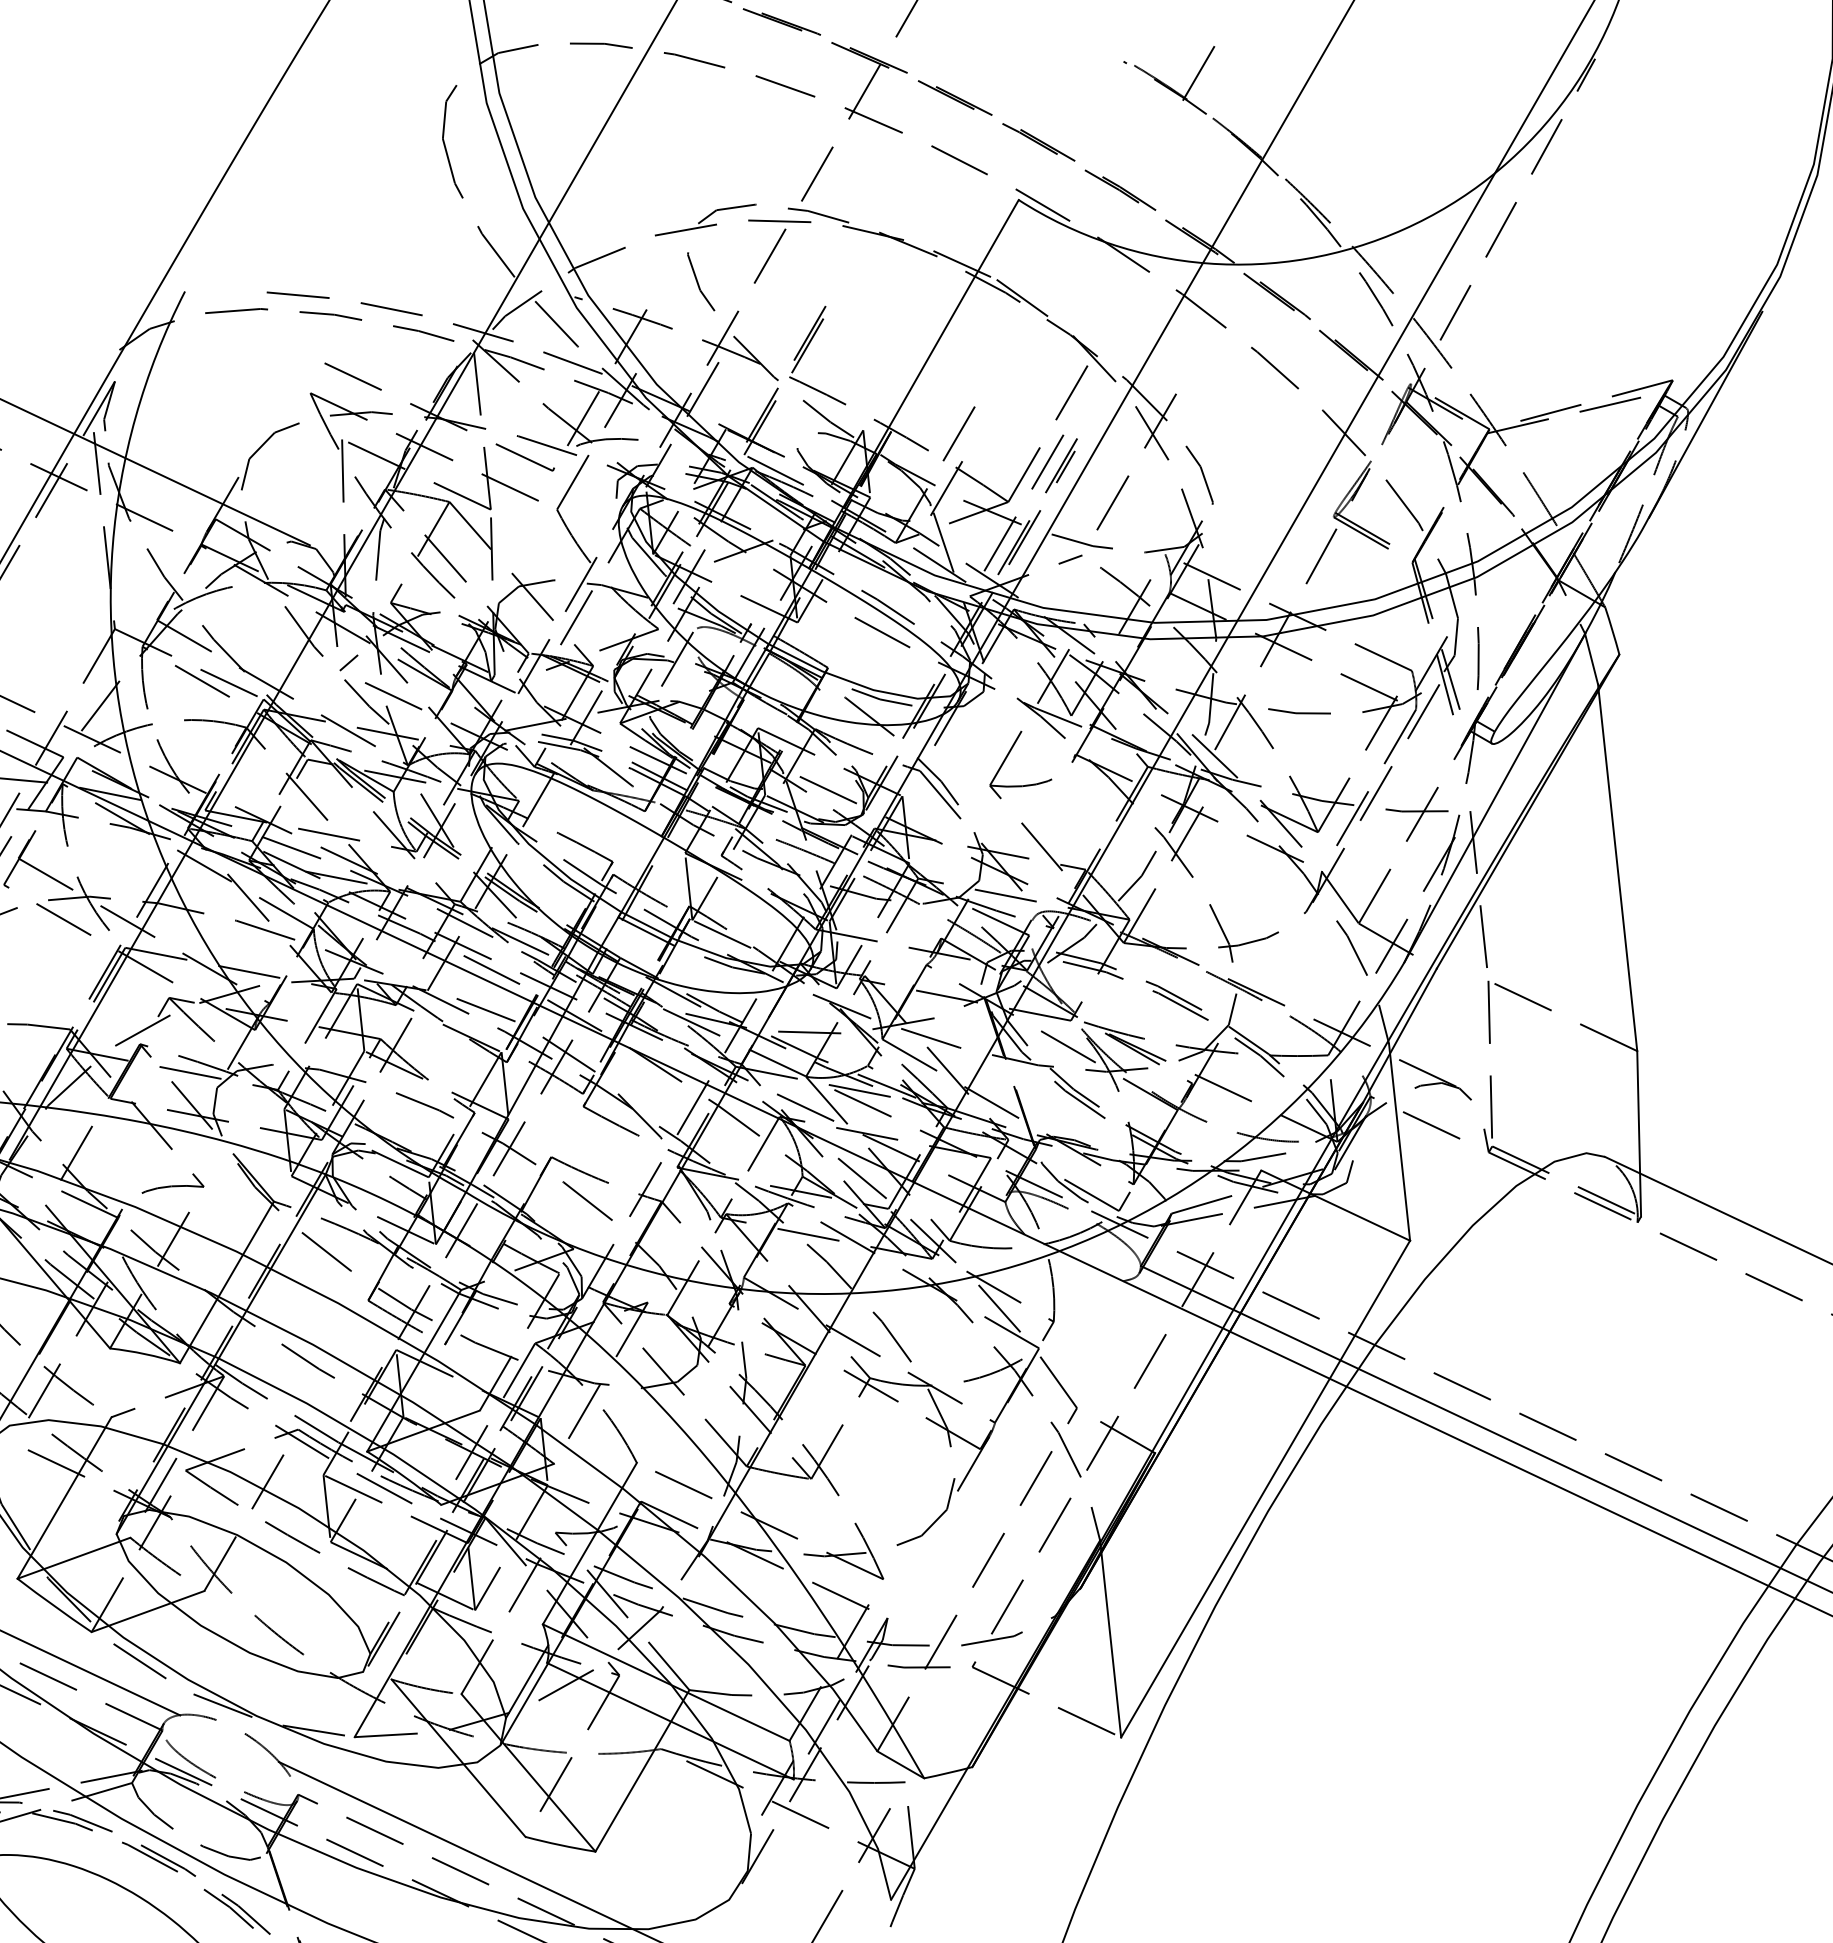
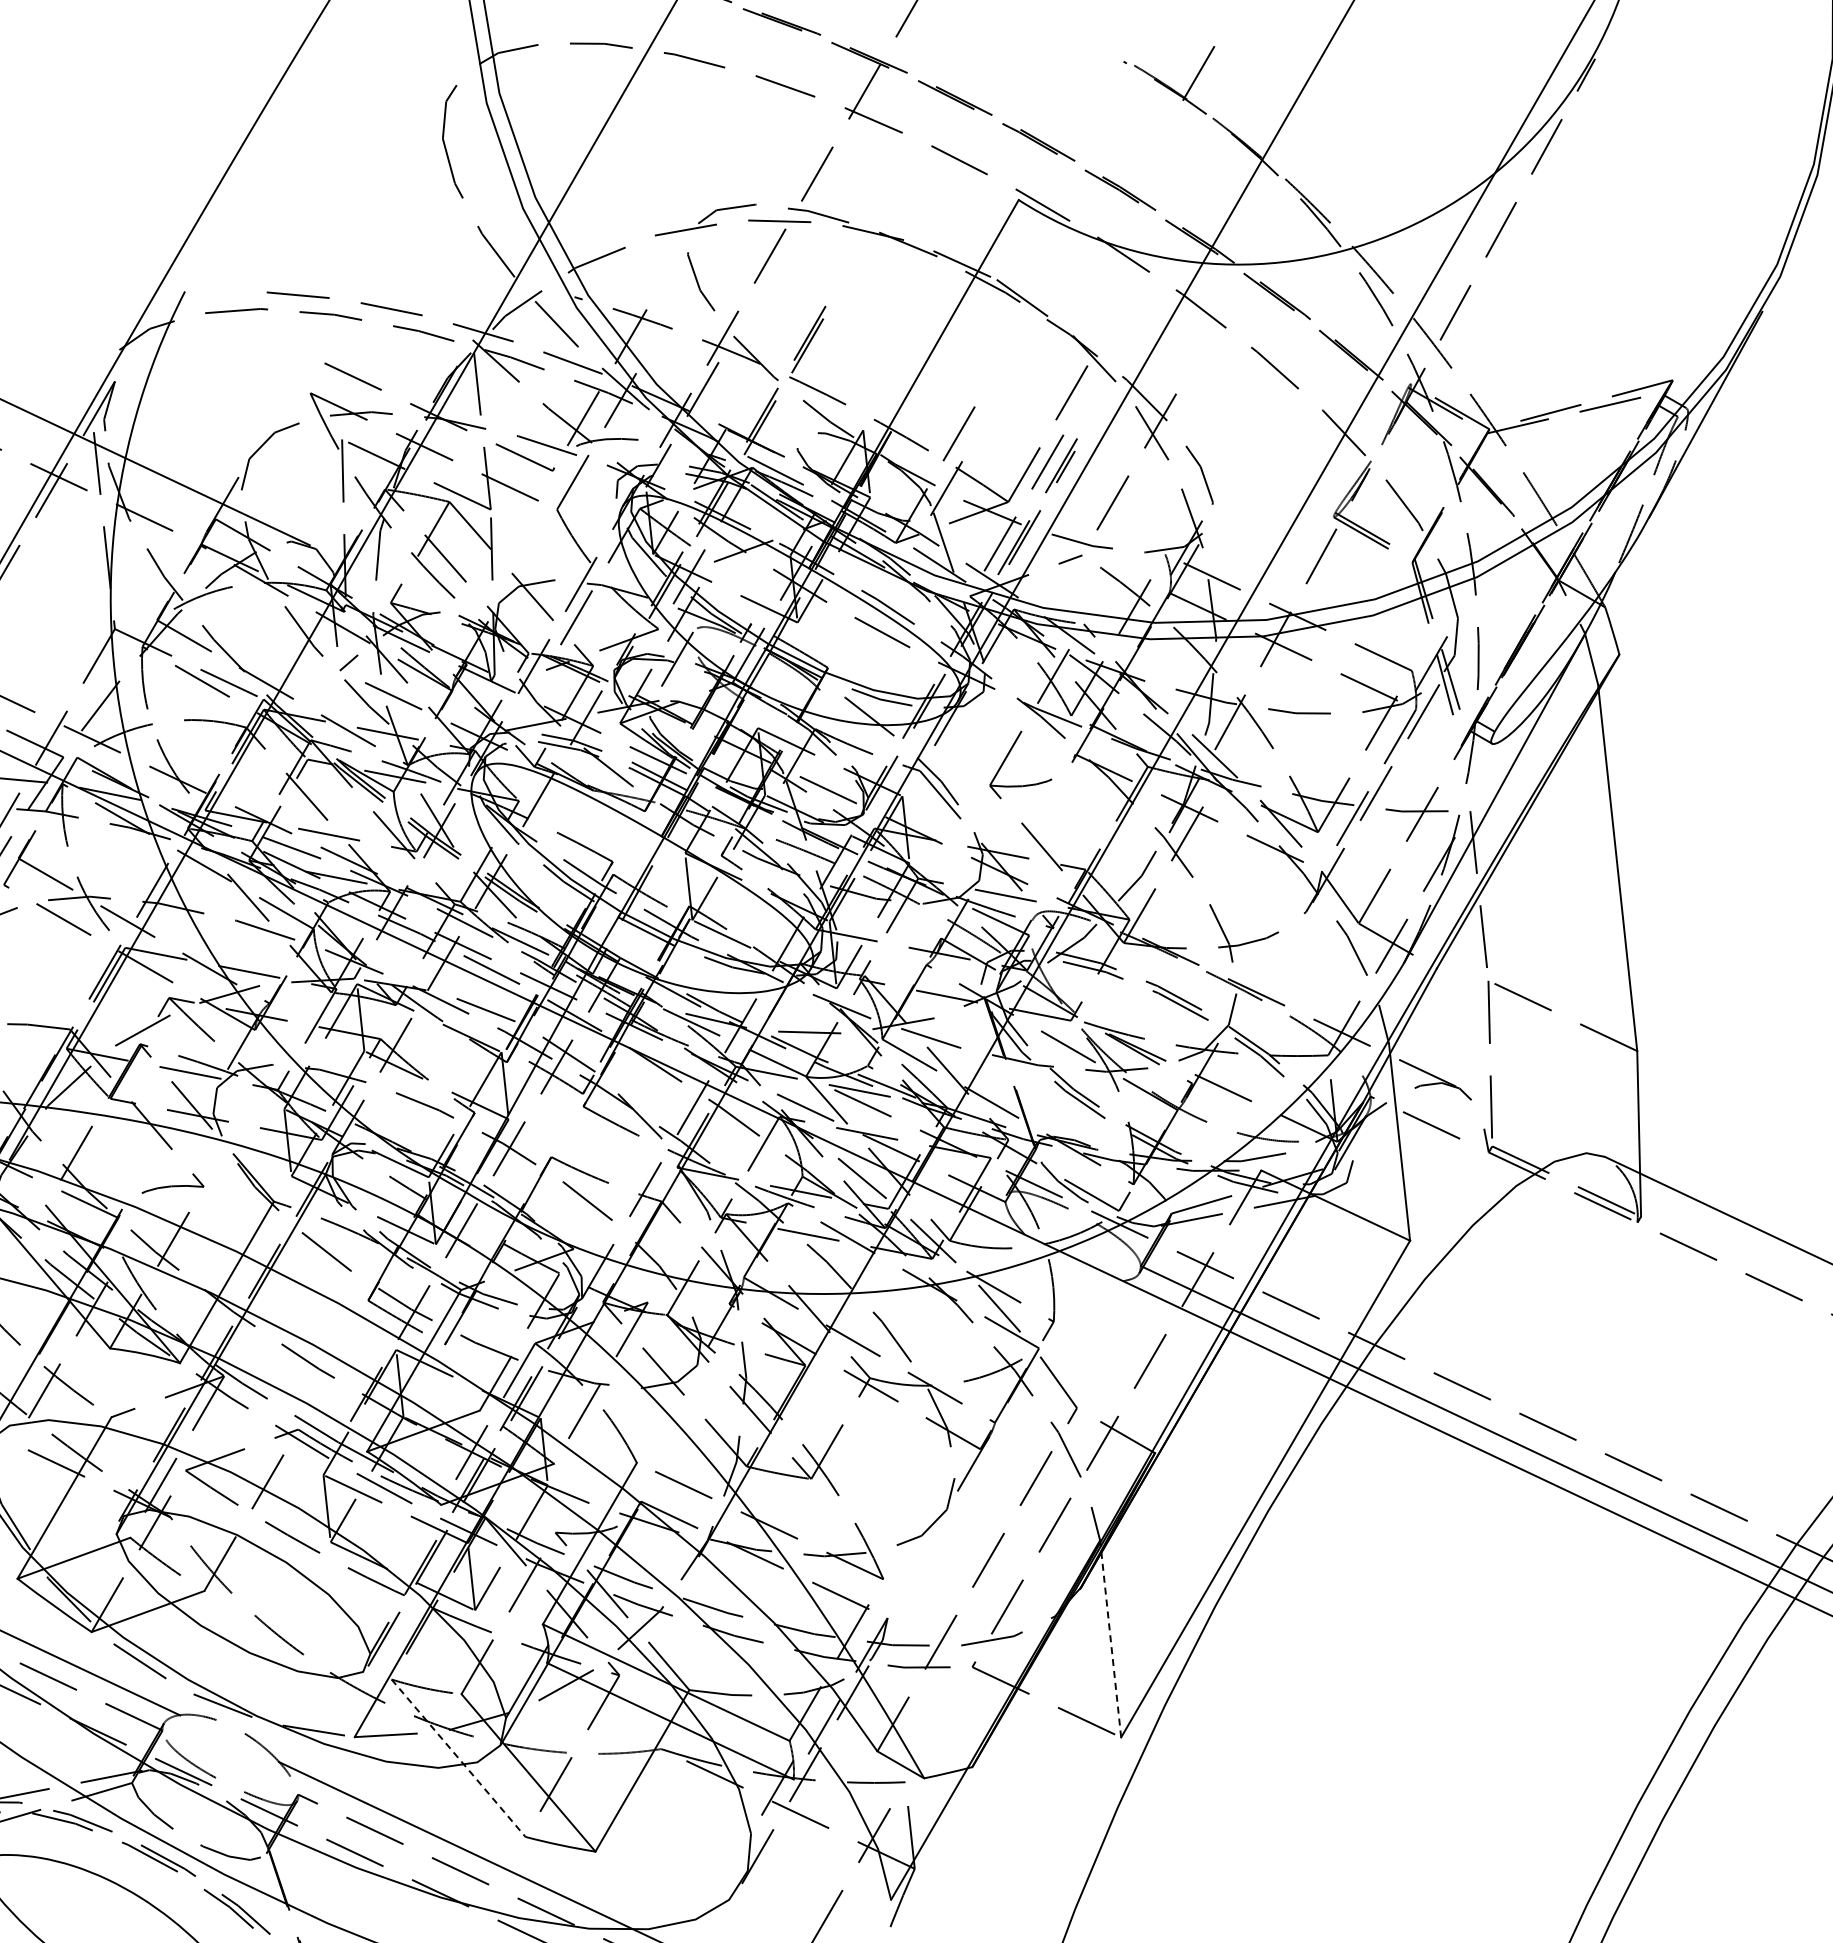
line at (1110, 1638): solid -> dashed
line at (458, 1758): solid -> dashed
